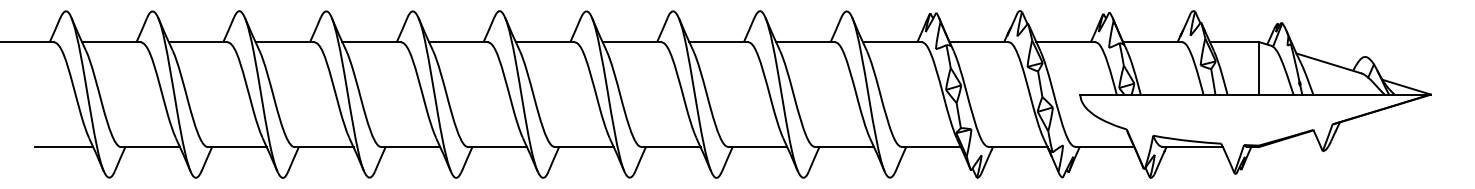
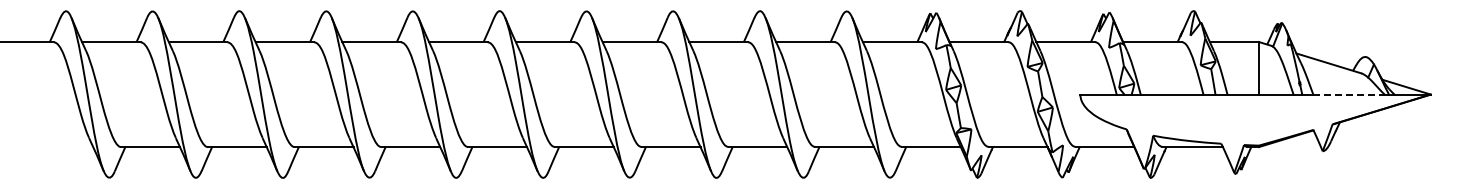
line at (1348, 94): solid -> dashed
line at (63, 147): present -> none
